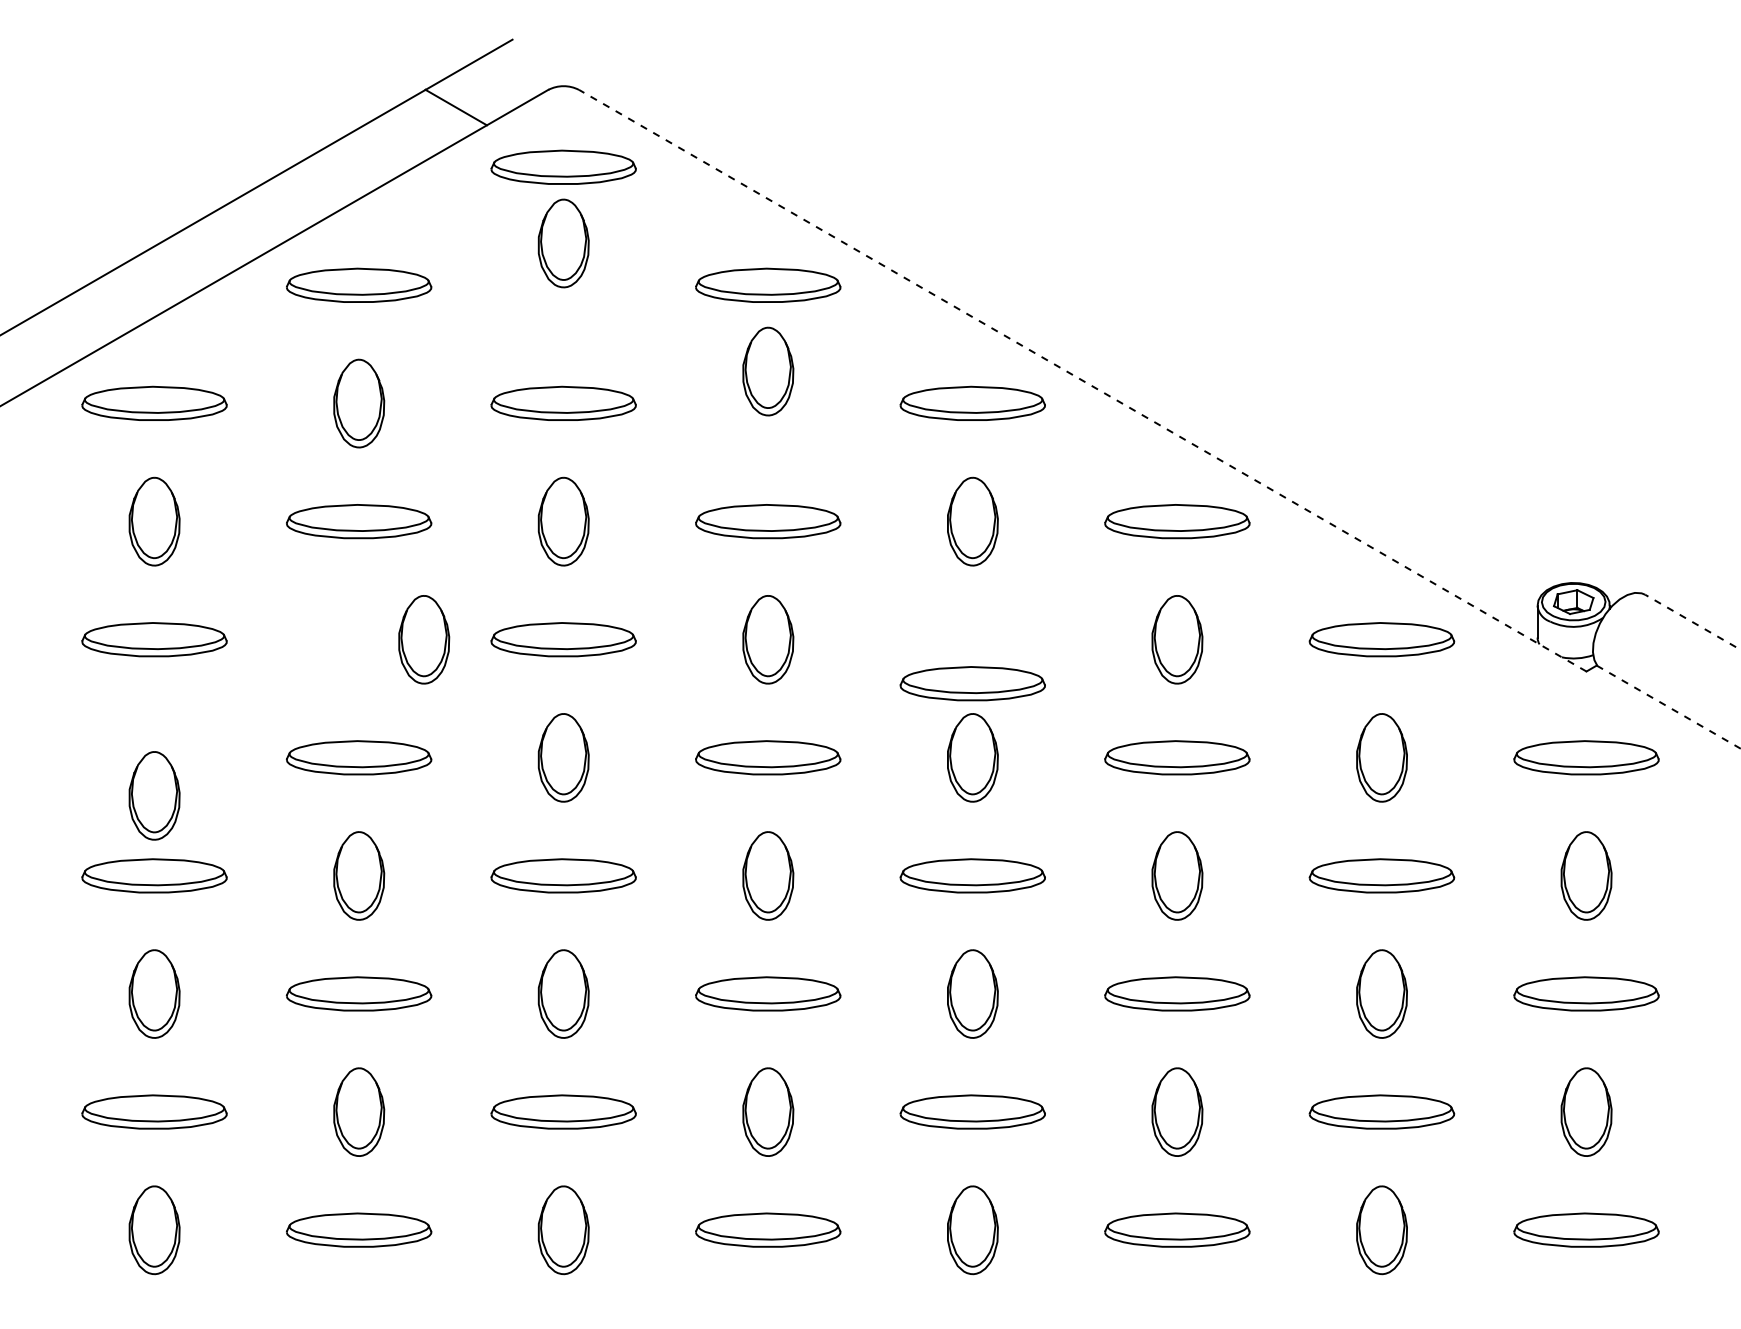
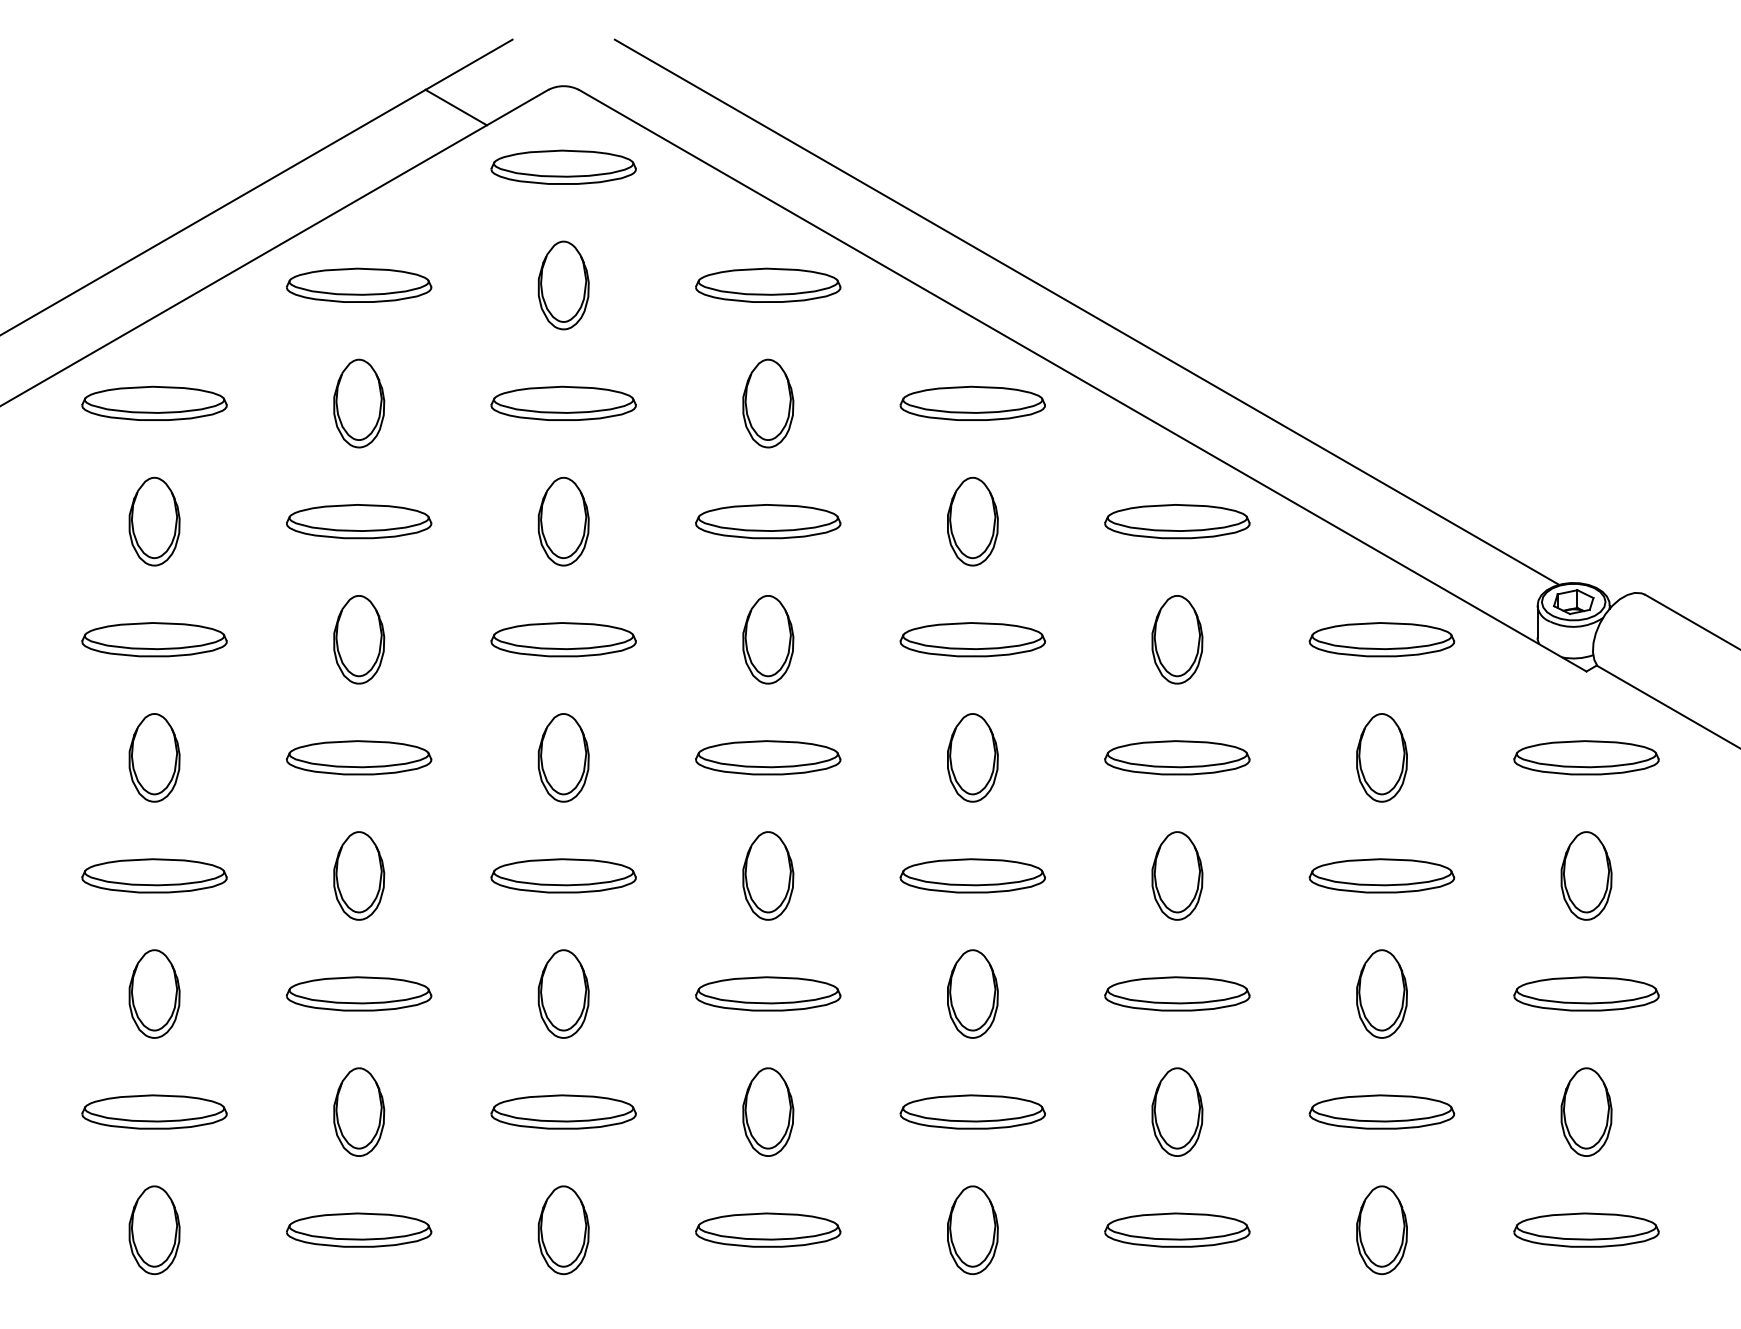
part at (563, 243) position: (563, 243) -> (563, 285)
line at (1086, 311): none -> present
part at (768, 371) position: (768, 371) -> (768, 403)
line at (1082, 380): dashed -> solid
line at (1692, 622): dashed -> solid
part at (424, 639) position: (424, 639) -> (359, 639)
part at (972, 683) position: (972, 683) -> (972, 639)
line at (1669, 707): dashed -> solid
part at (154, 795) position: (154, 795) -> (154, 757)
